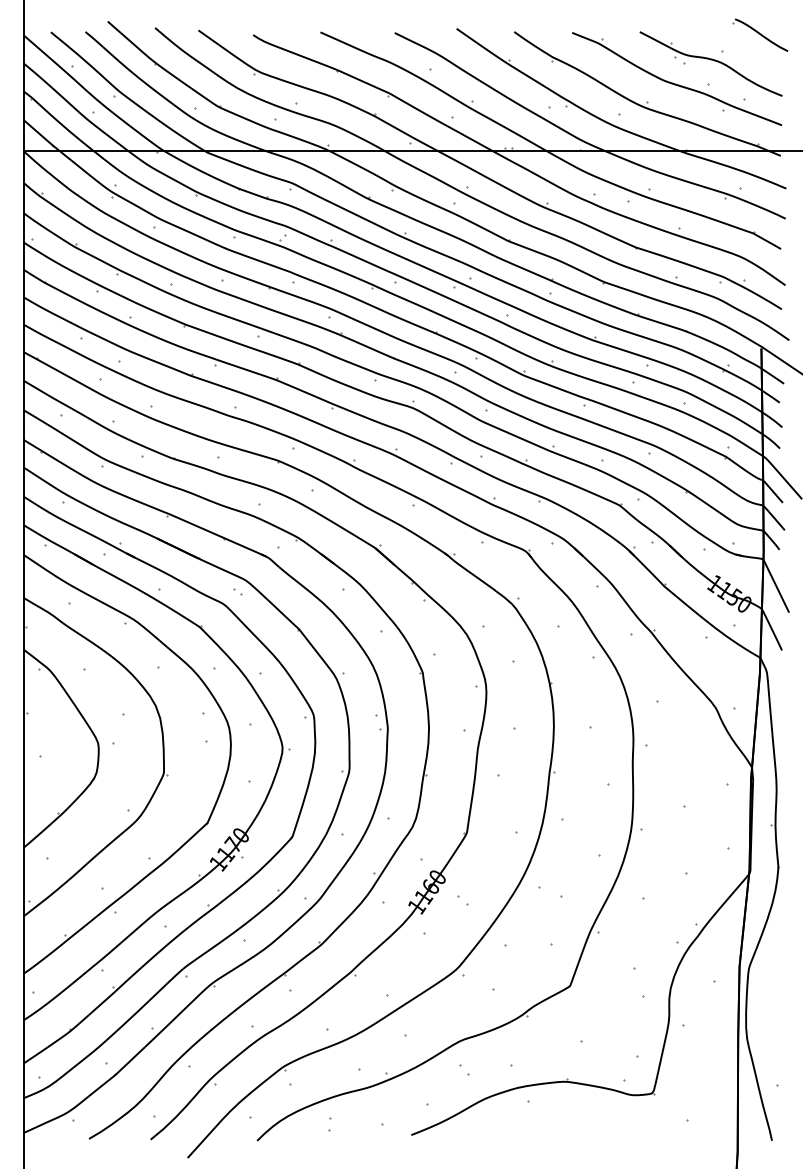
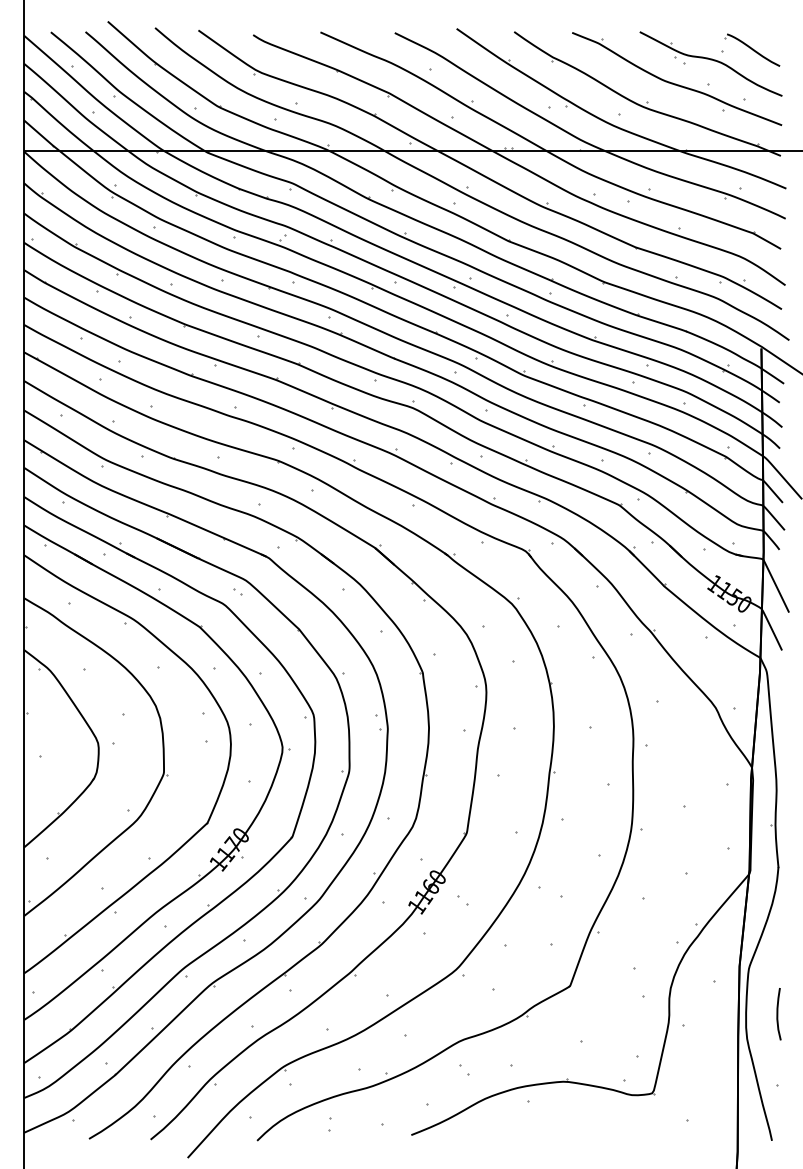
part at (760, 34) position: (760, 34) -> (752, 49)
curve at (778, 1014): none -> present
